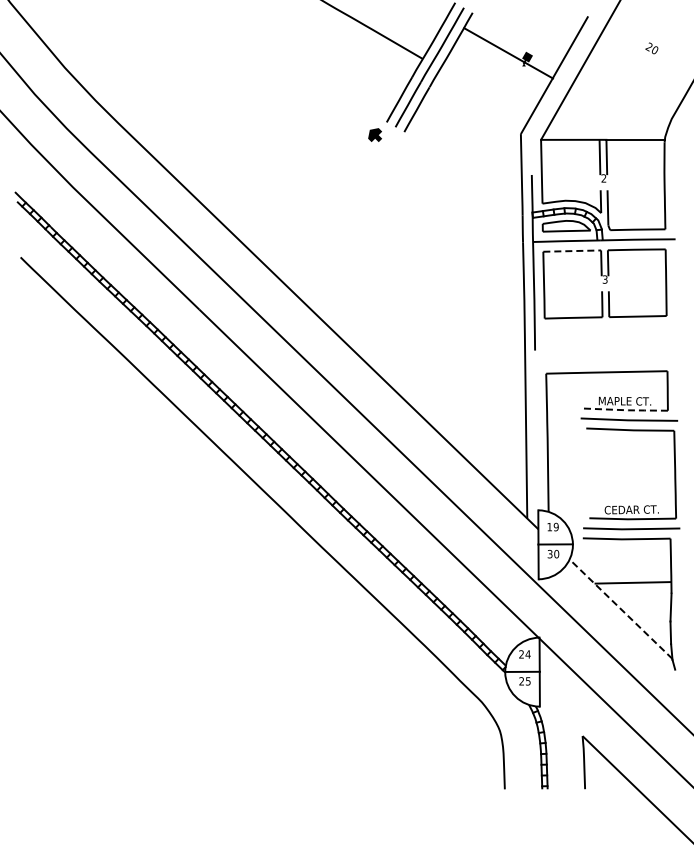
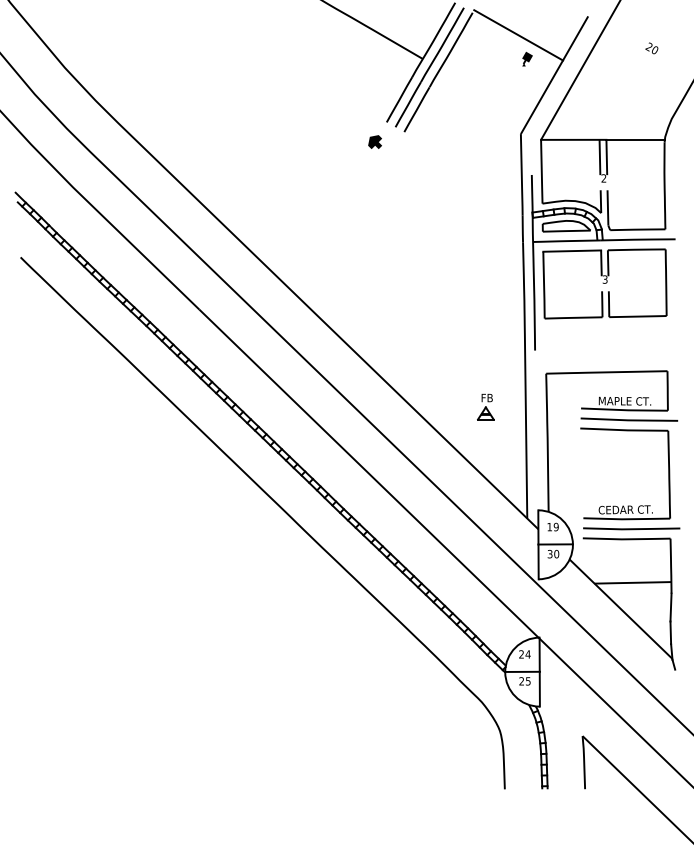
line at (508, 53) position: (508, 53) -> (518, 35)
part at (374, 134) position: (374, 134) -> (374, 141)
line at (572, 251): dashed -> solid
part at (485, 406): none -> present
line at (625, 410): dashed -> solid
part at (629, 505) position: (629, 505) -> (623, 505)
line at (620, 608): dashed -> solid
